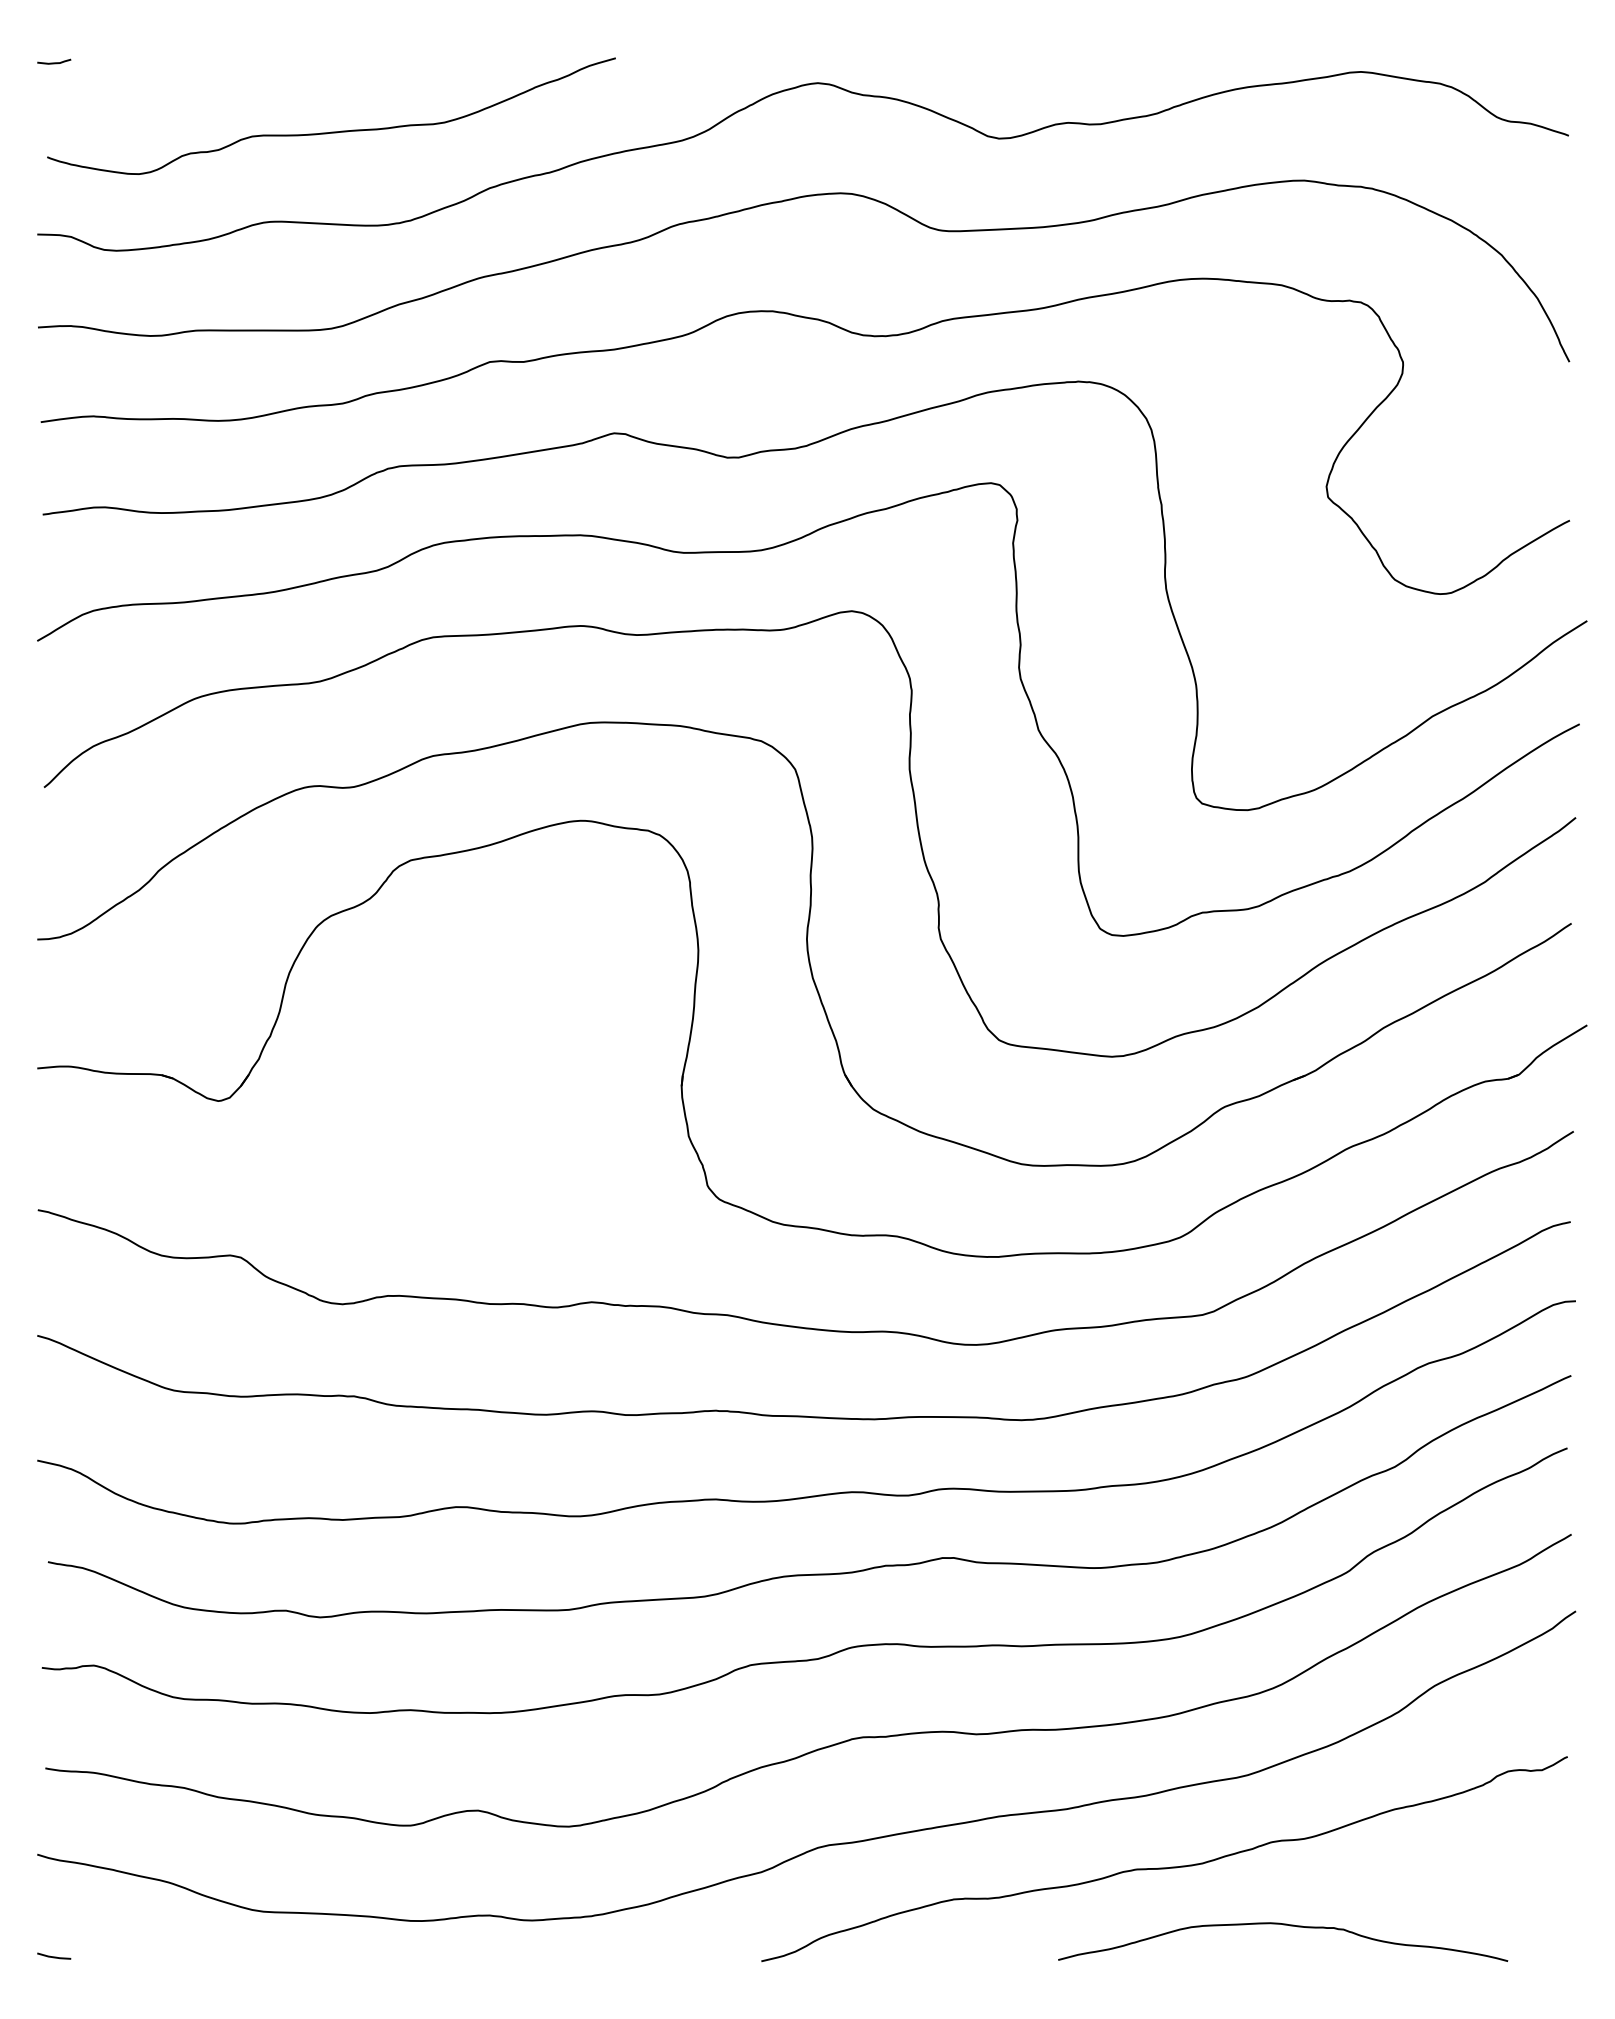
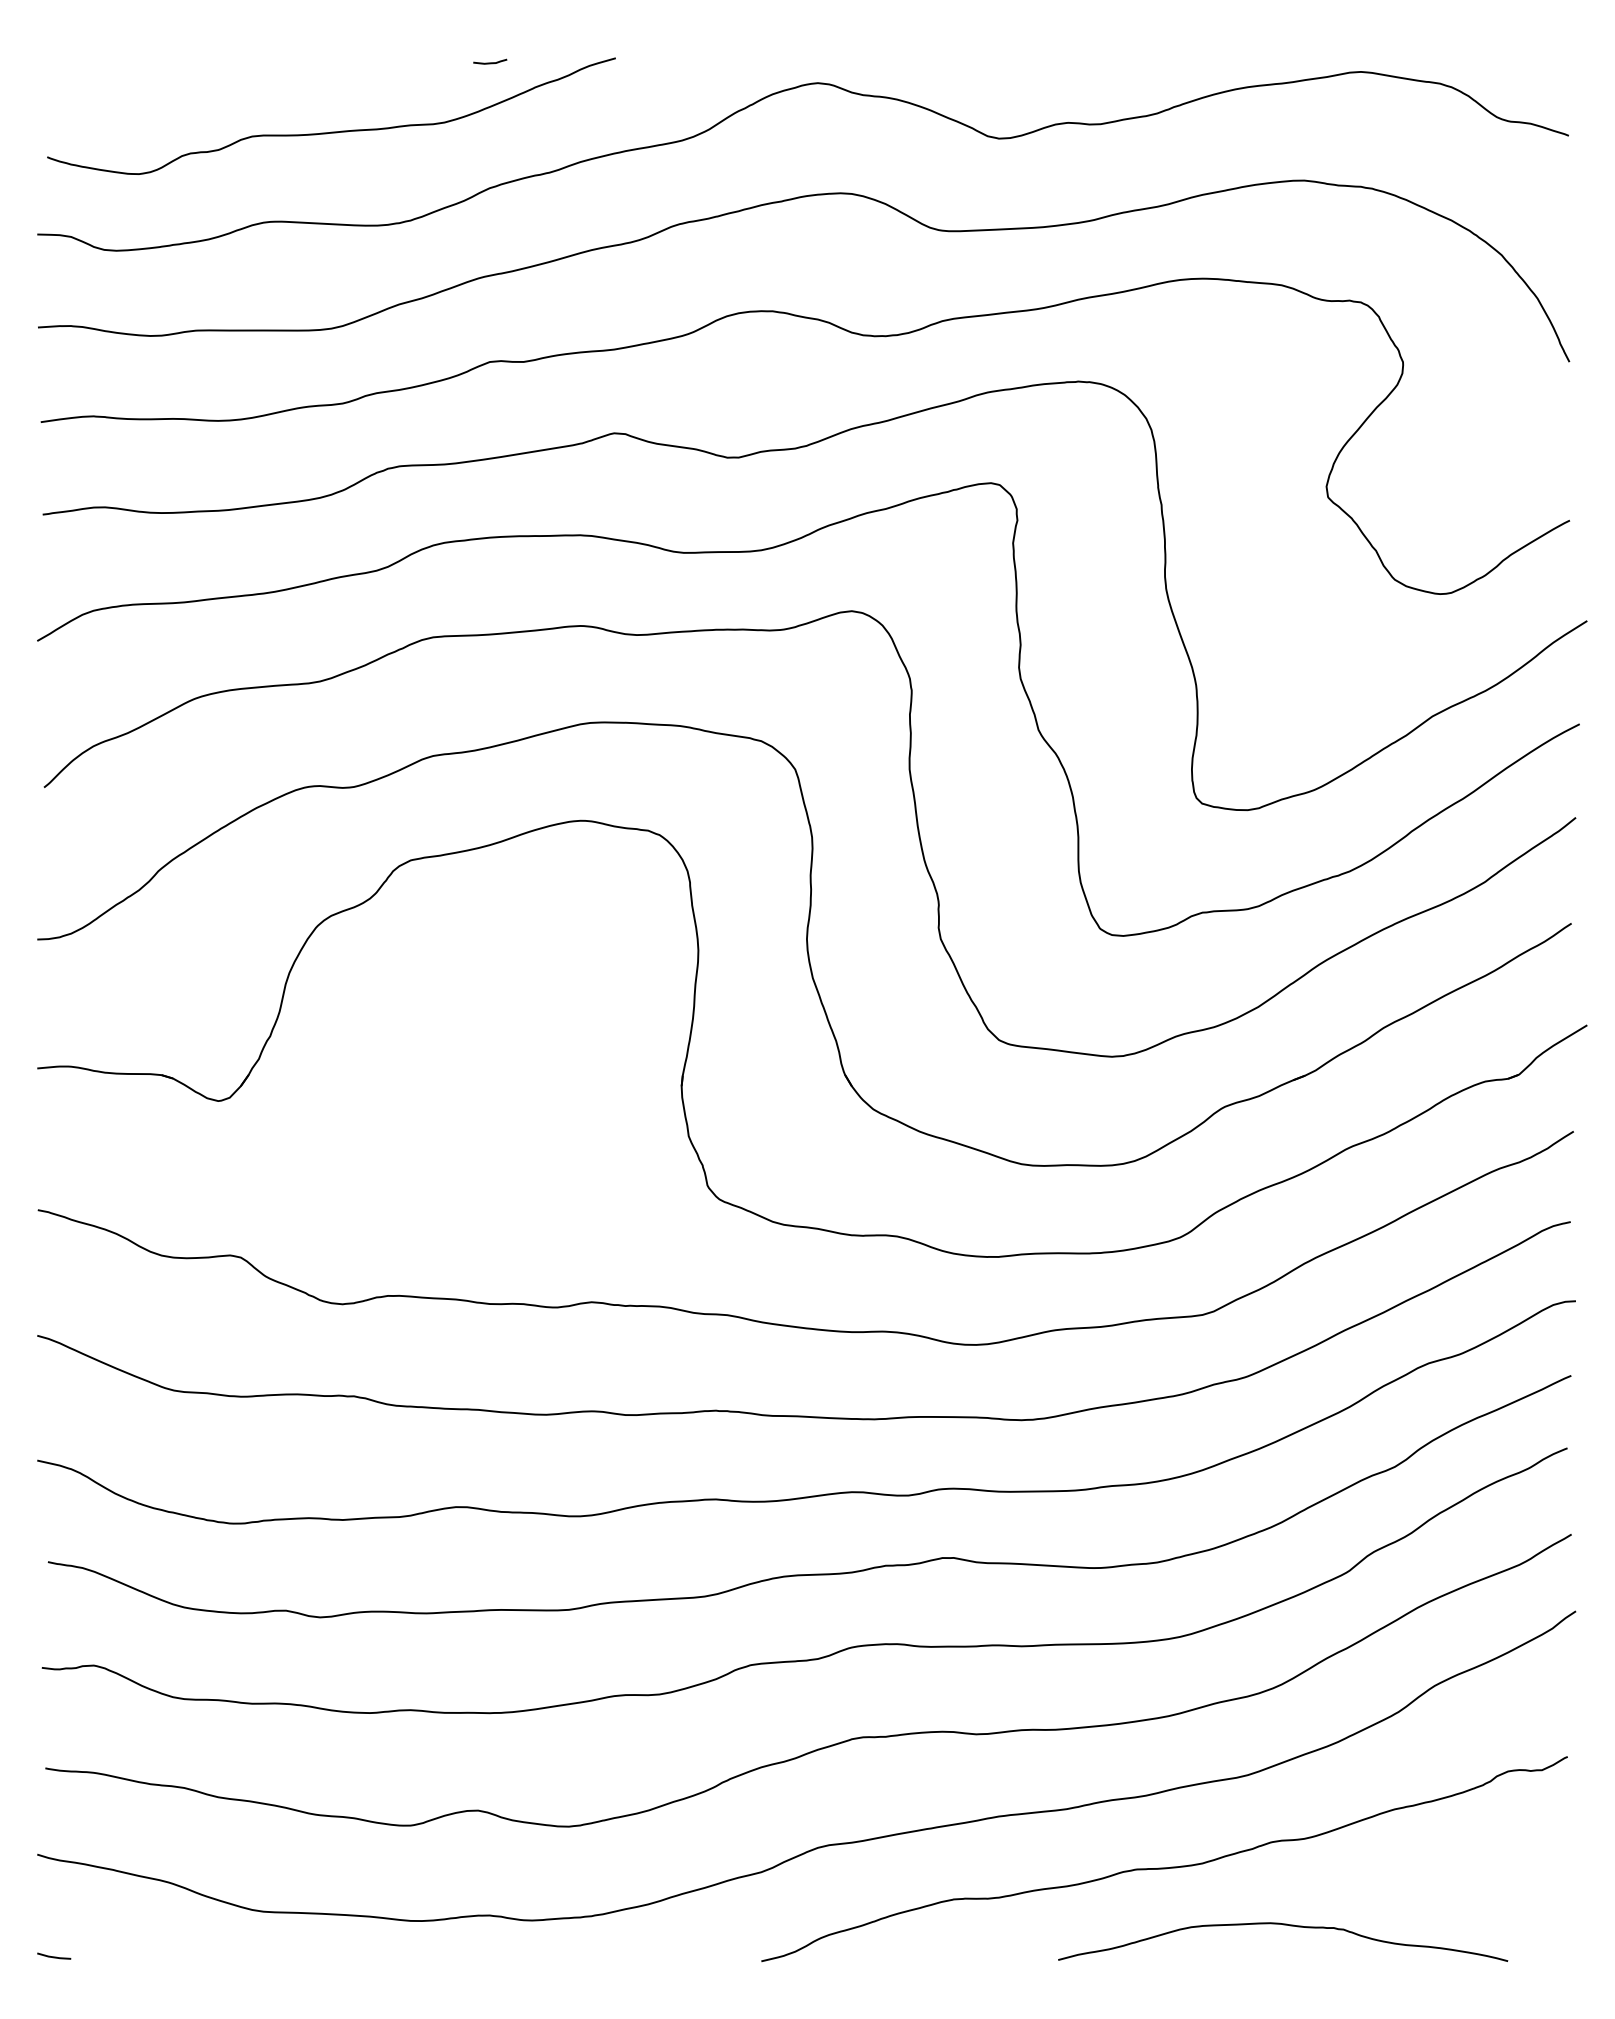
curve at (54, 62) position: (54, 62) -> (490, 62)
